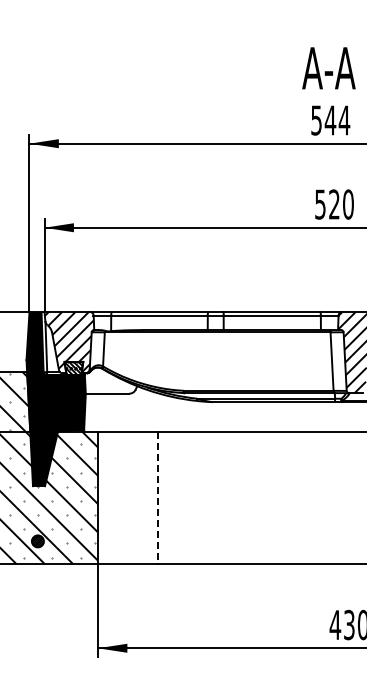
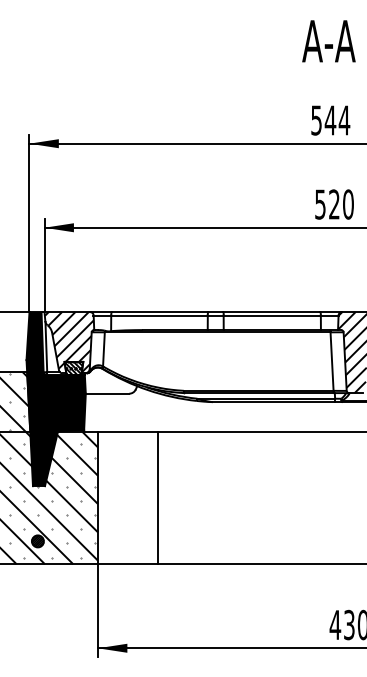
text at (328, 68) position: (328, 68) -> (328, 41)
line at (157, 498): dashed -> solid
